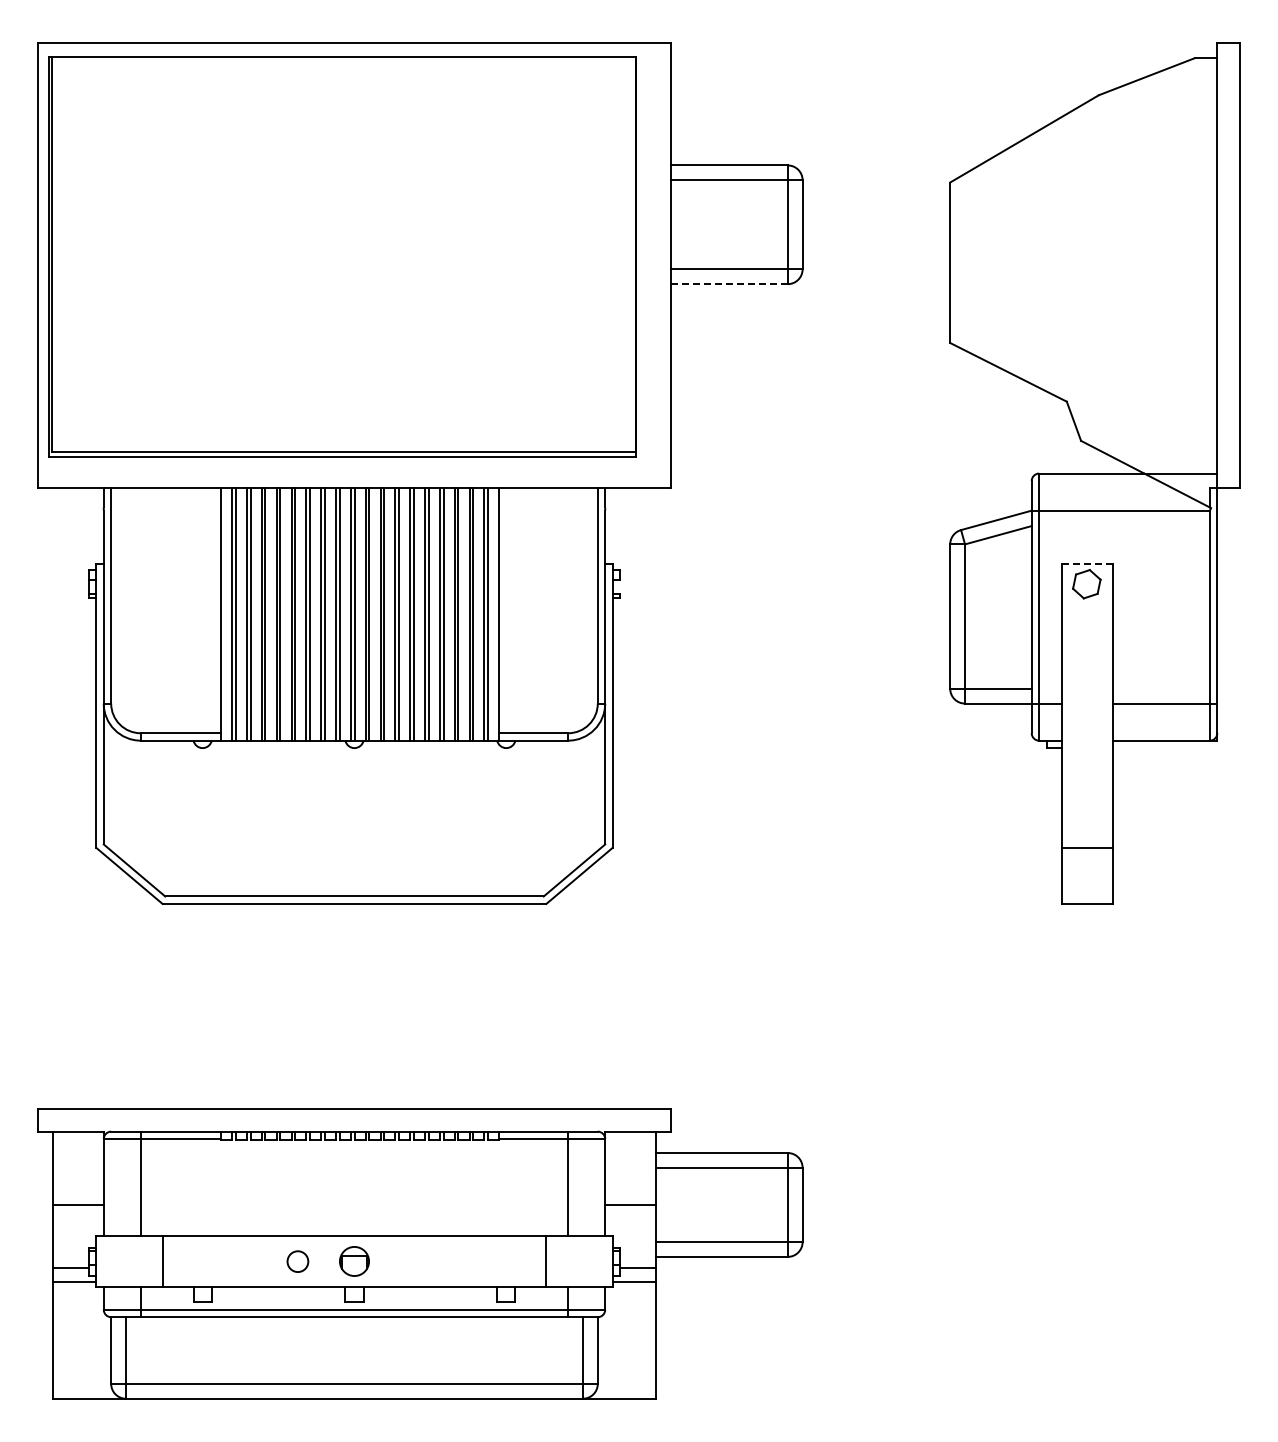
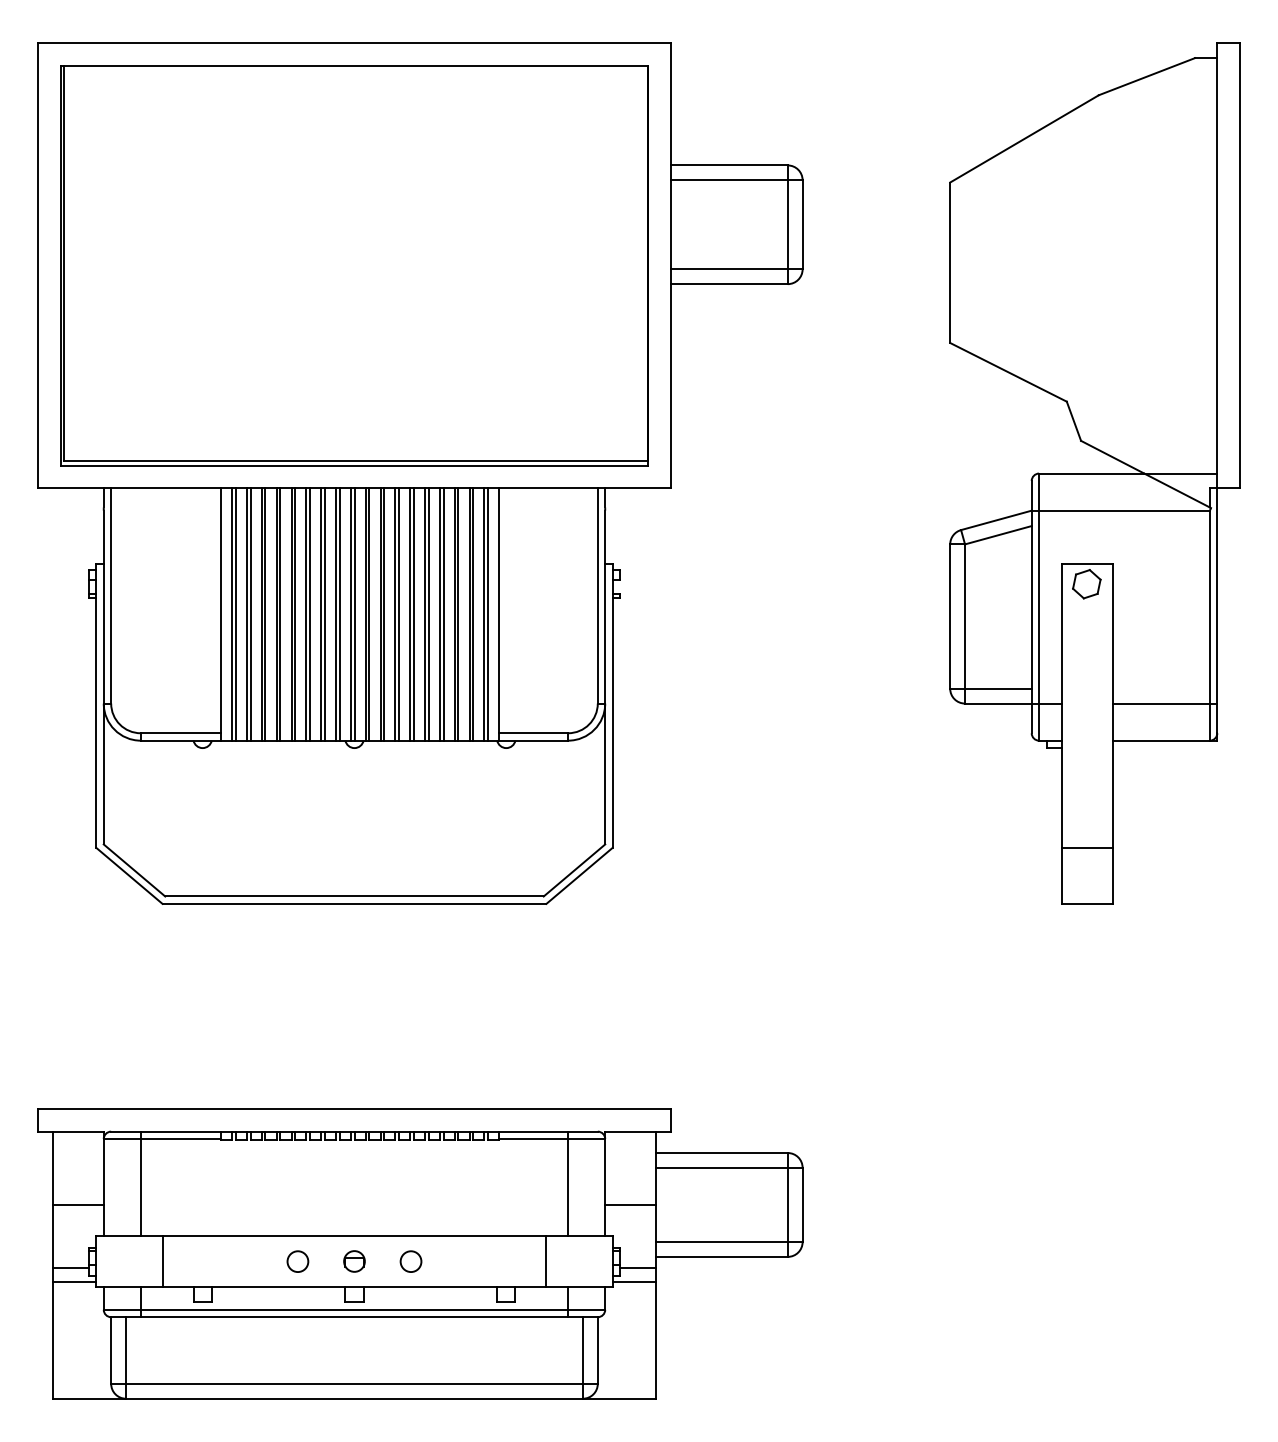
part at (342, 256) position: (342, 256) -> (354, 265)
line at (729, 284): dashed -> solid
line at (1087, 563): dashed -> solid
part at (354, 1261) size: 31x31 px -> 23x23 px
circle at (410, 1261): none -> present
